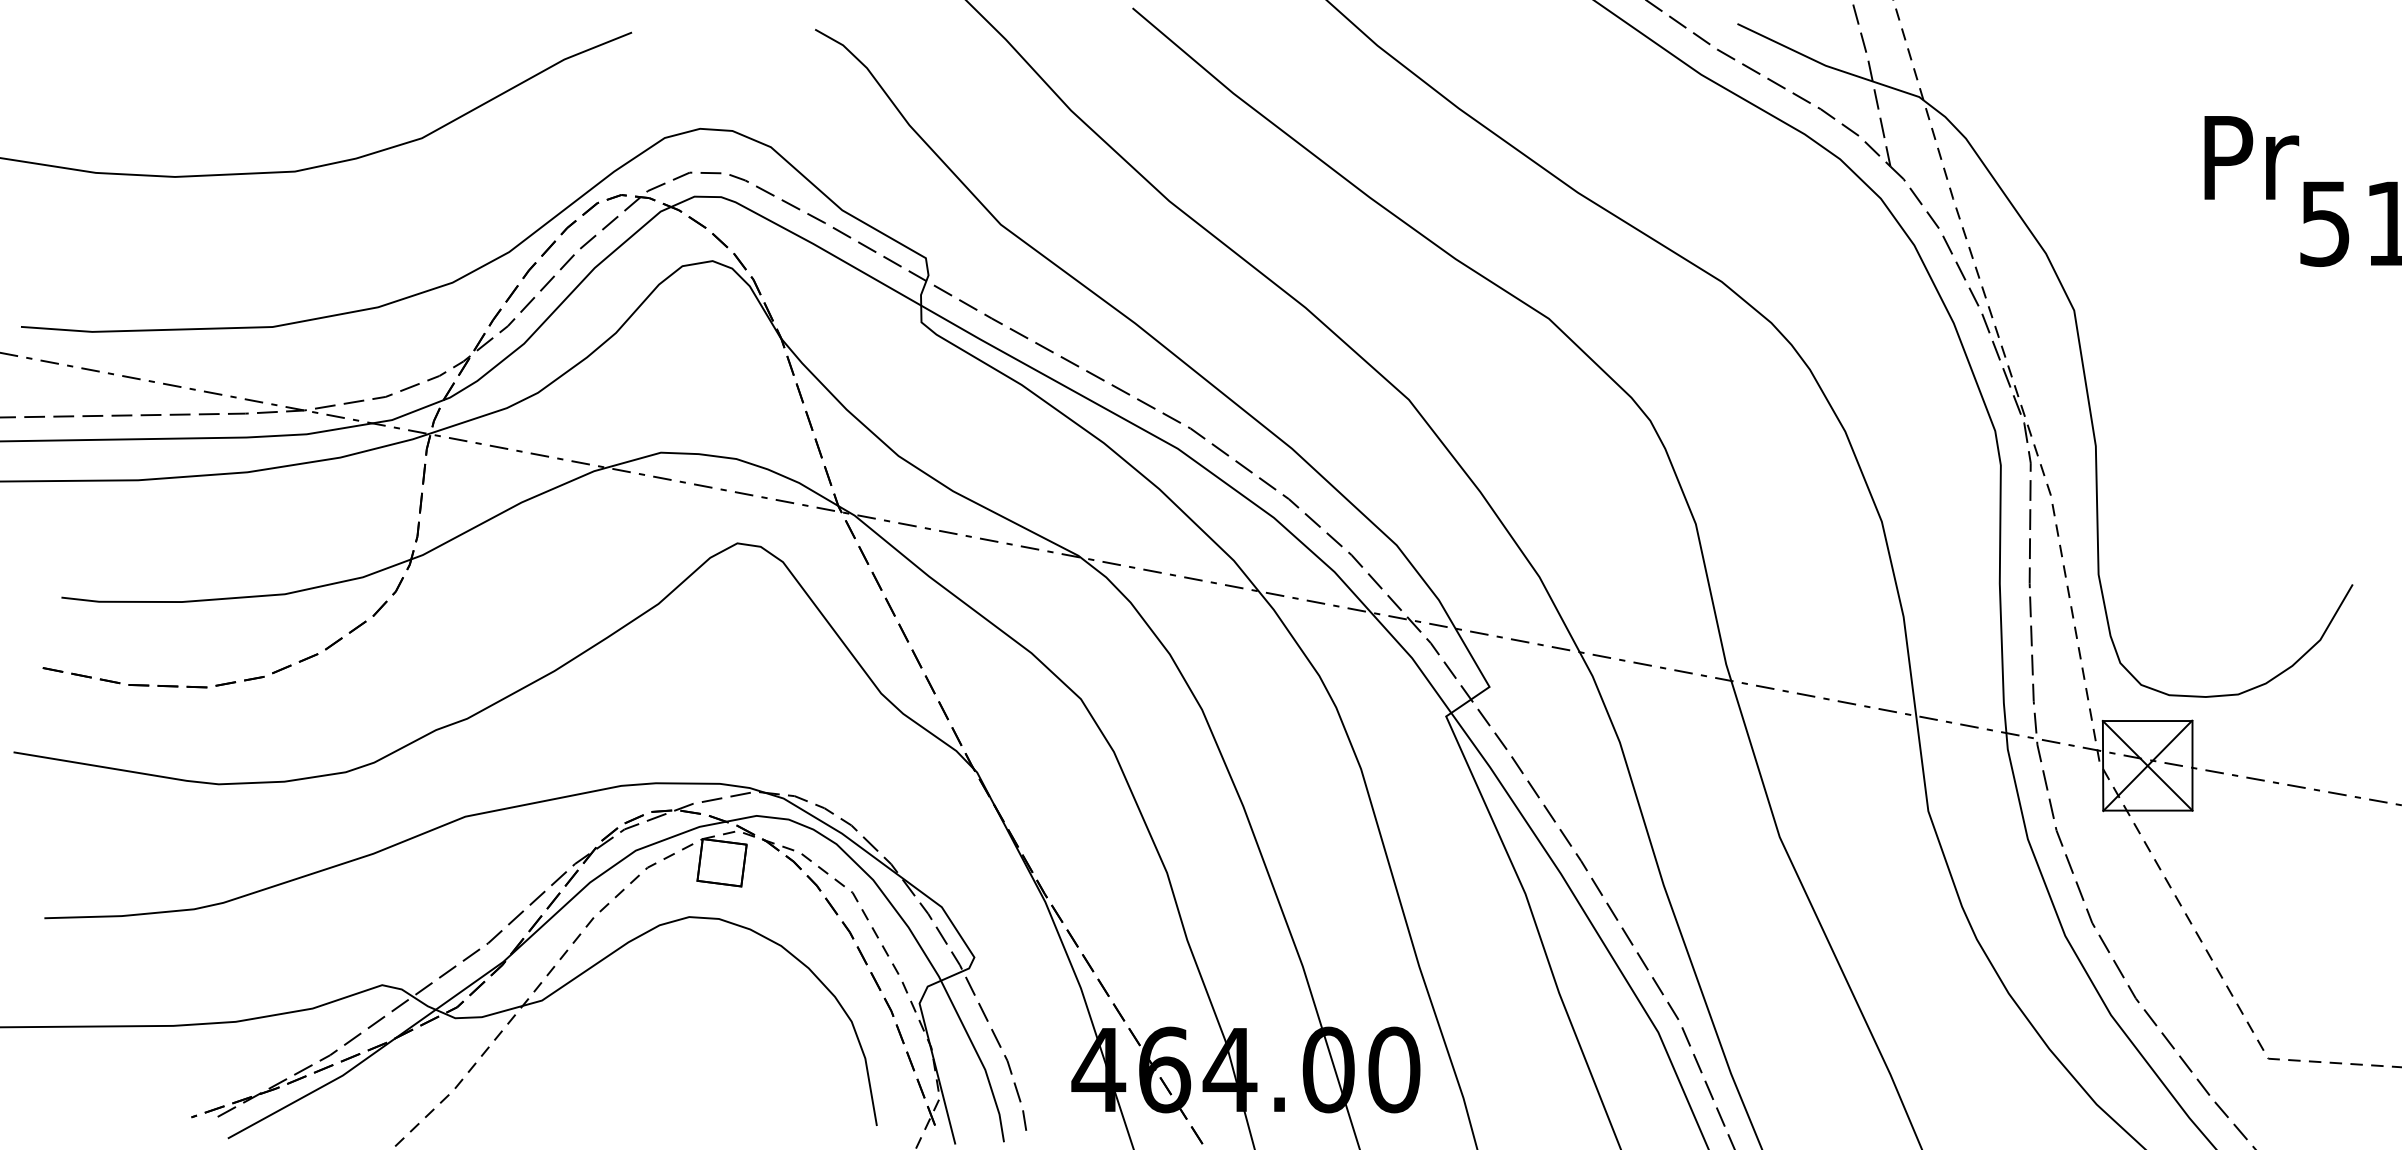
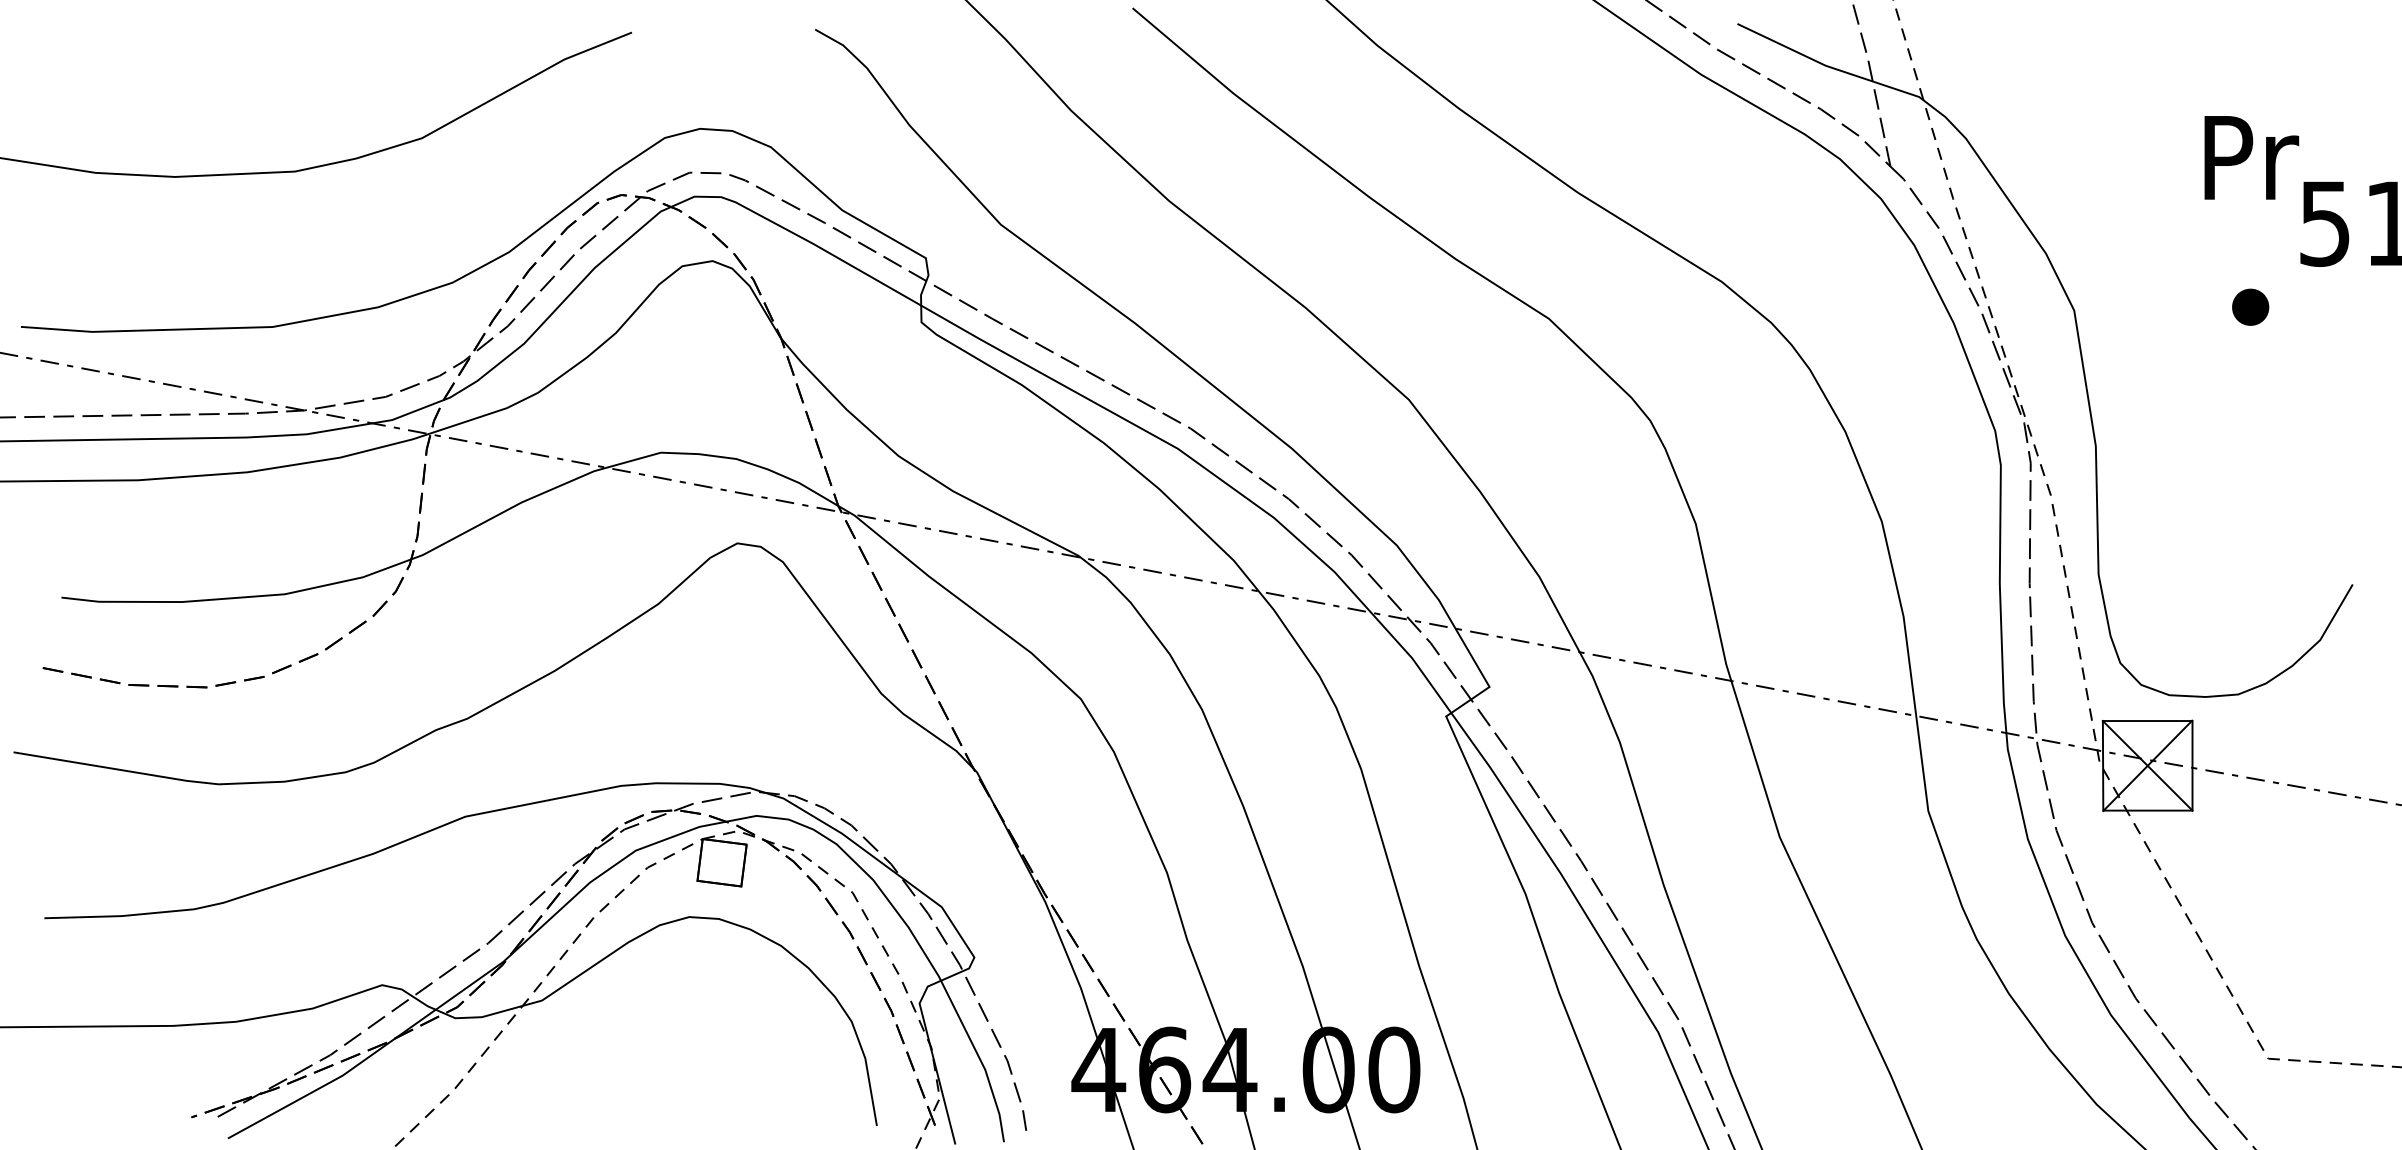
part at (2250, 306): none -> present
